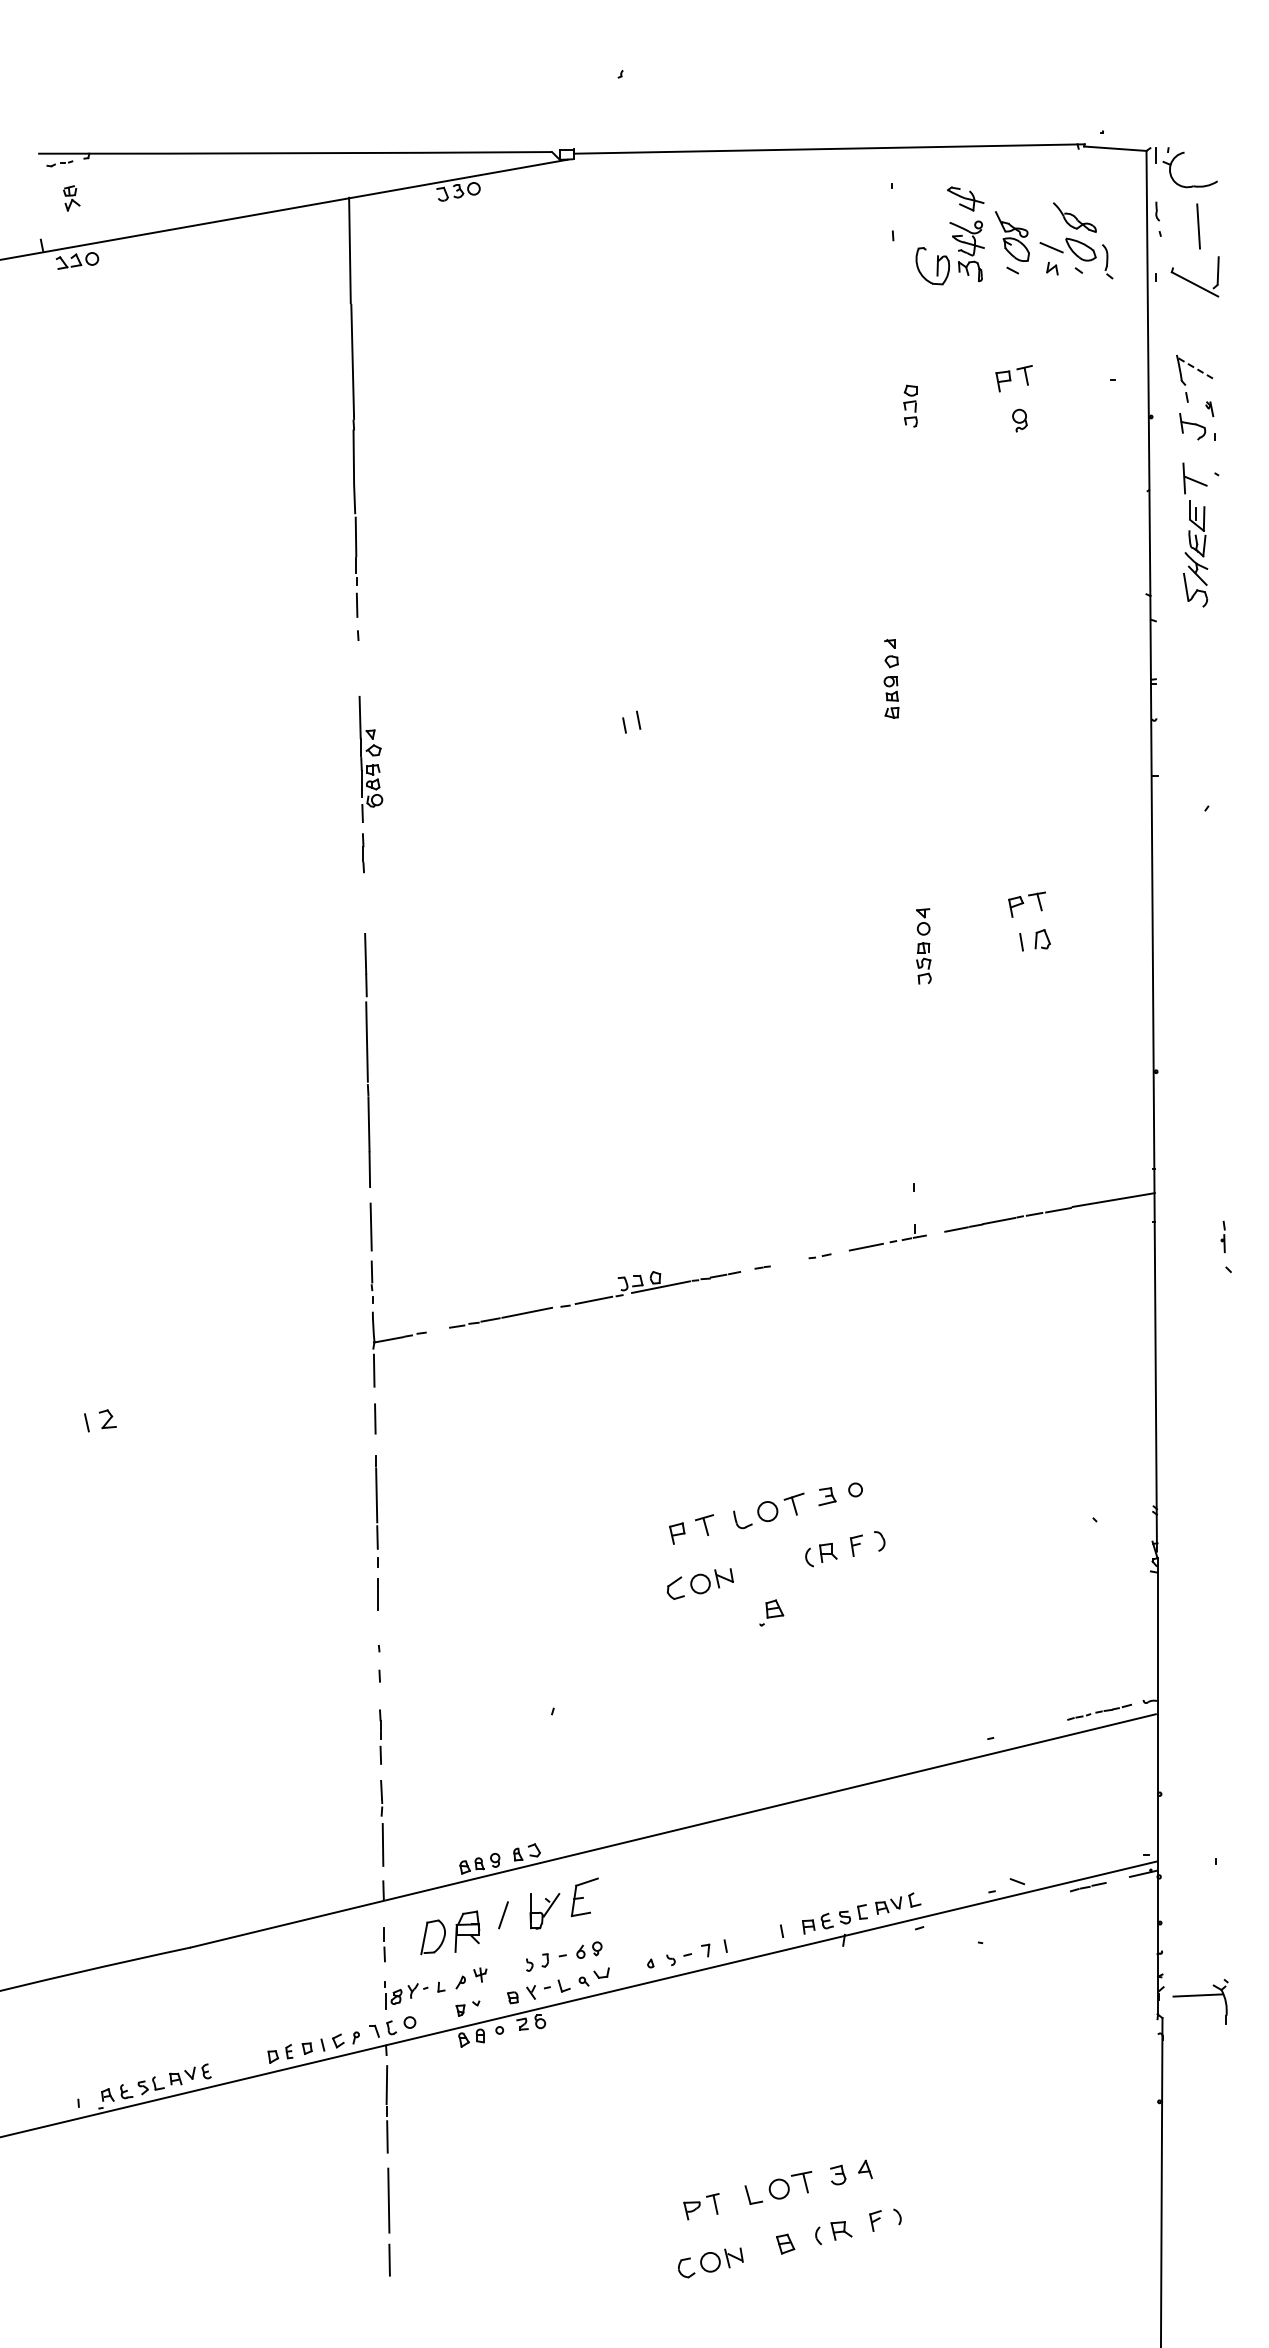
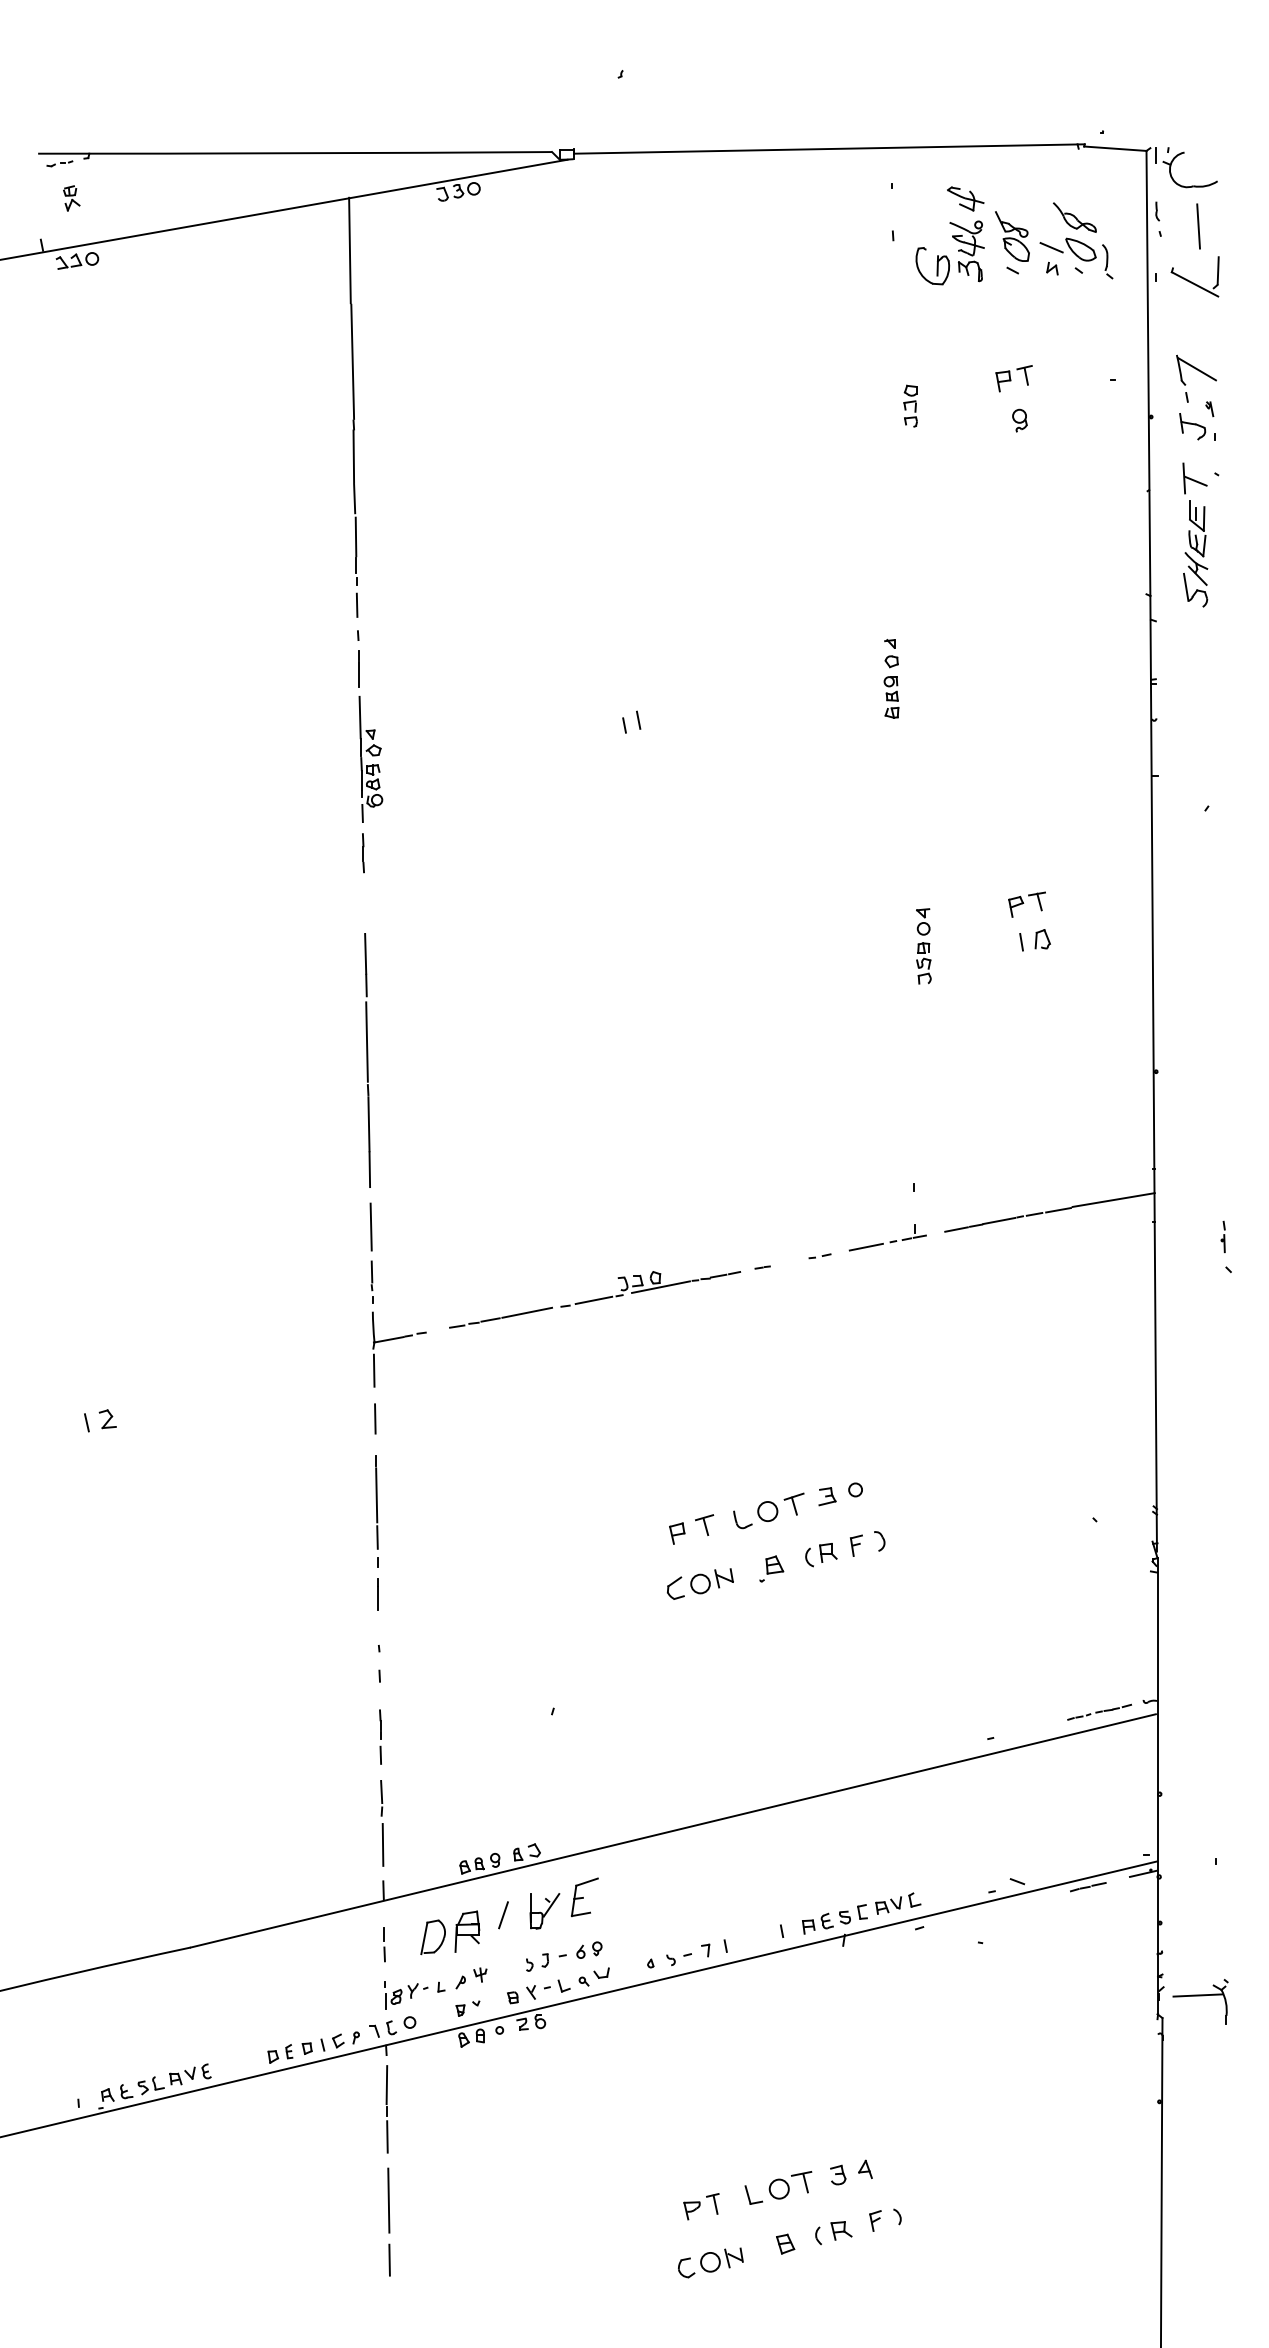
line at (1197, 369): dashed -> solid
line at (358, 668): none -> present
part at (771, 1612) position: (771, 1612) -> (771, 1568)
